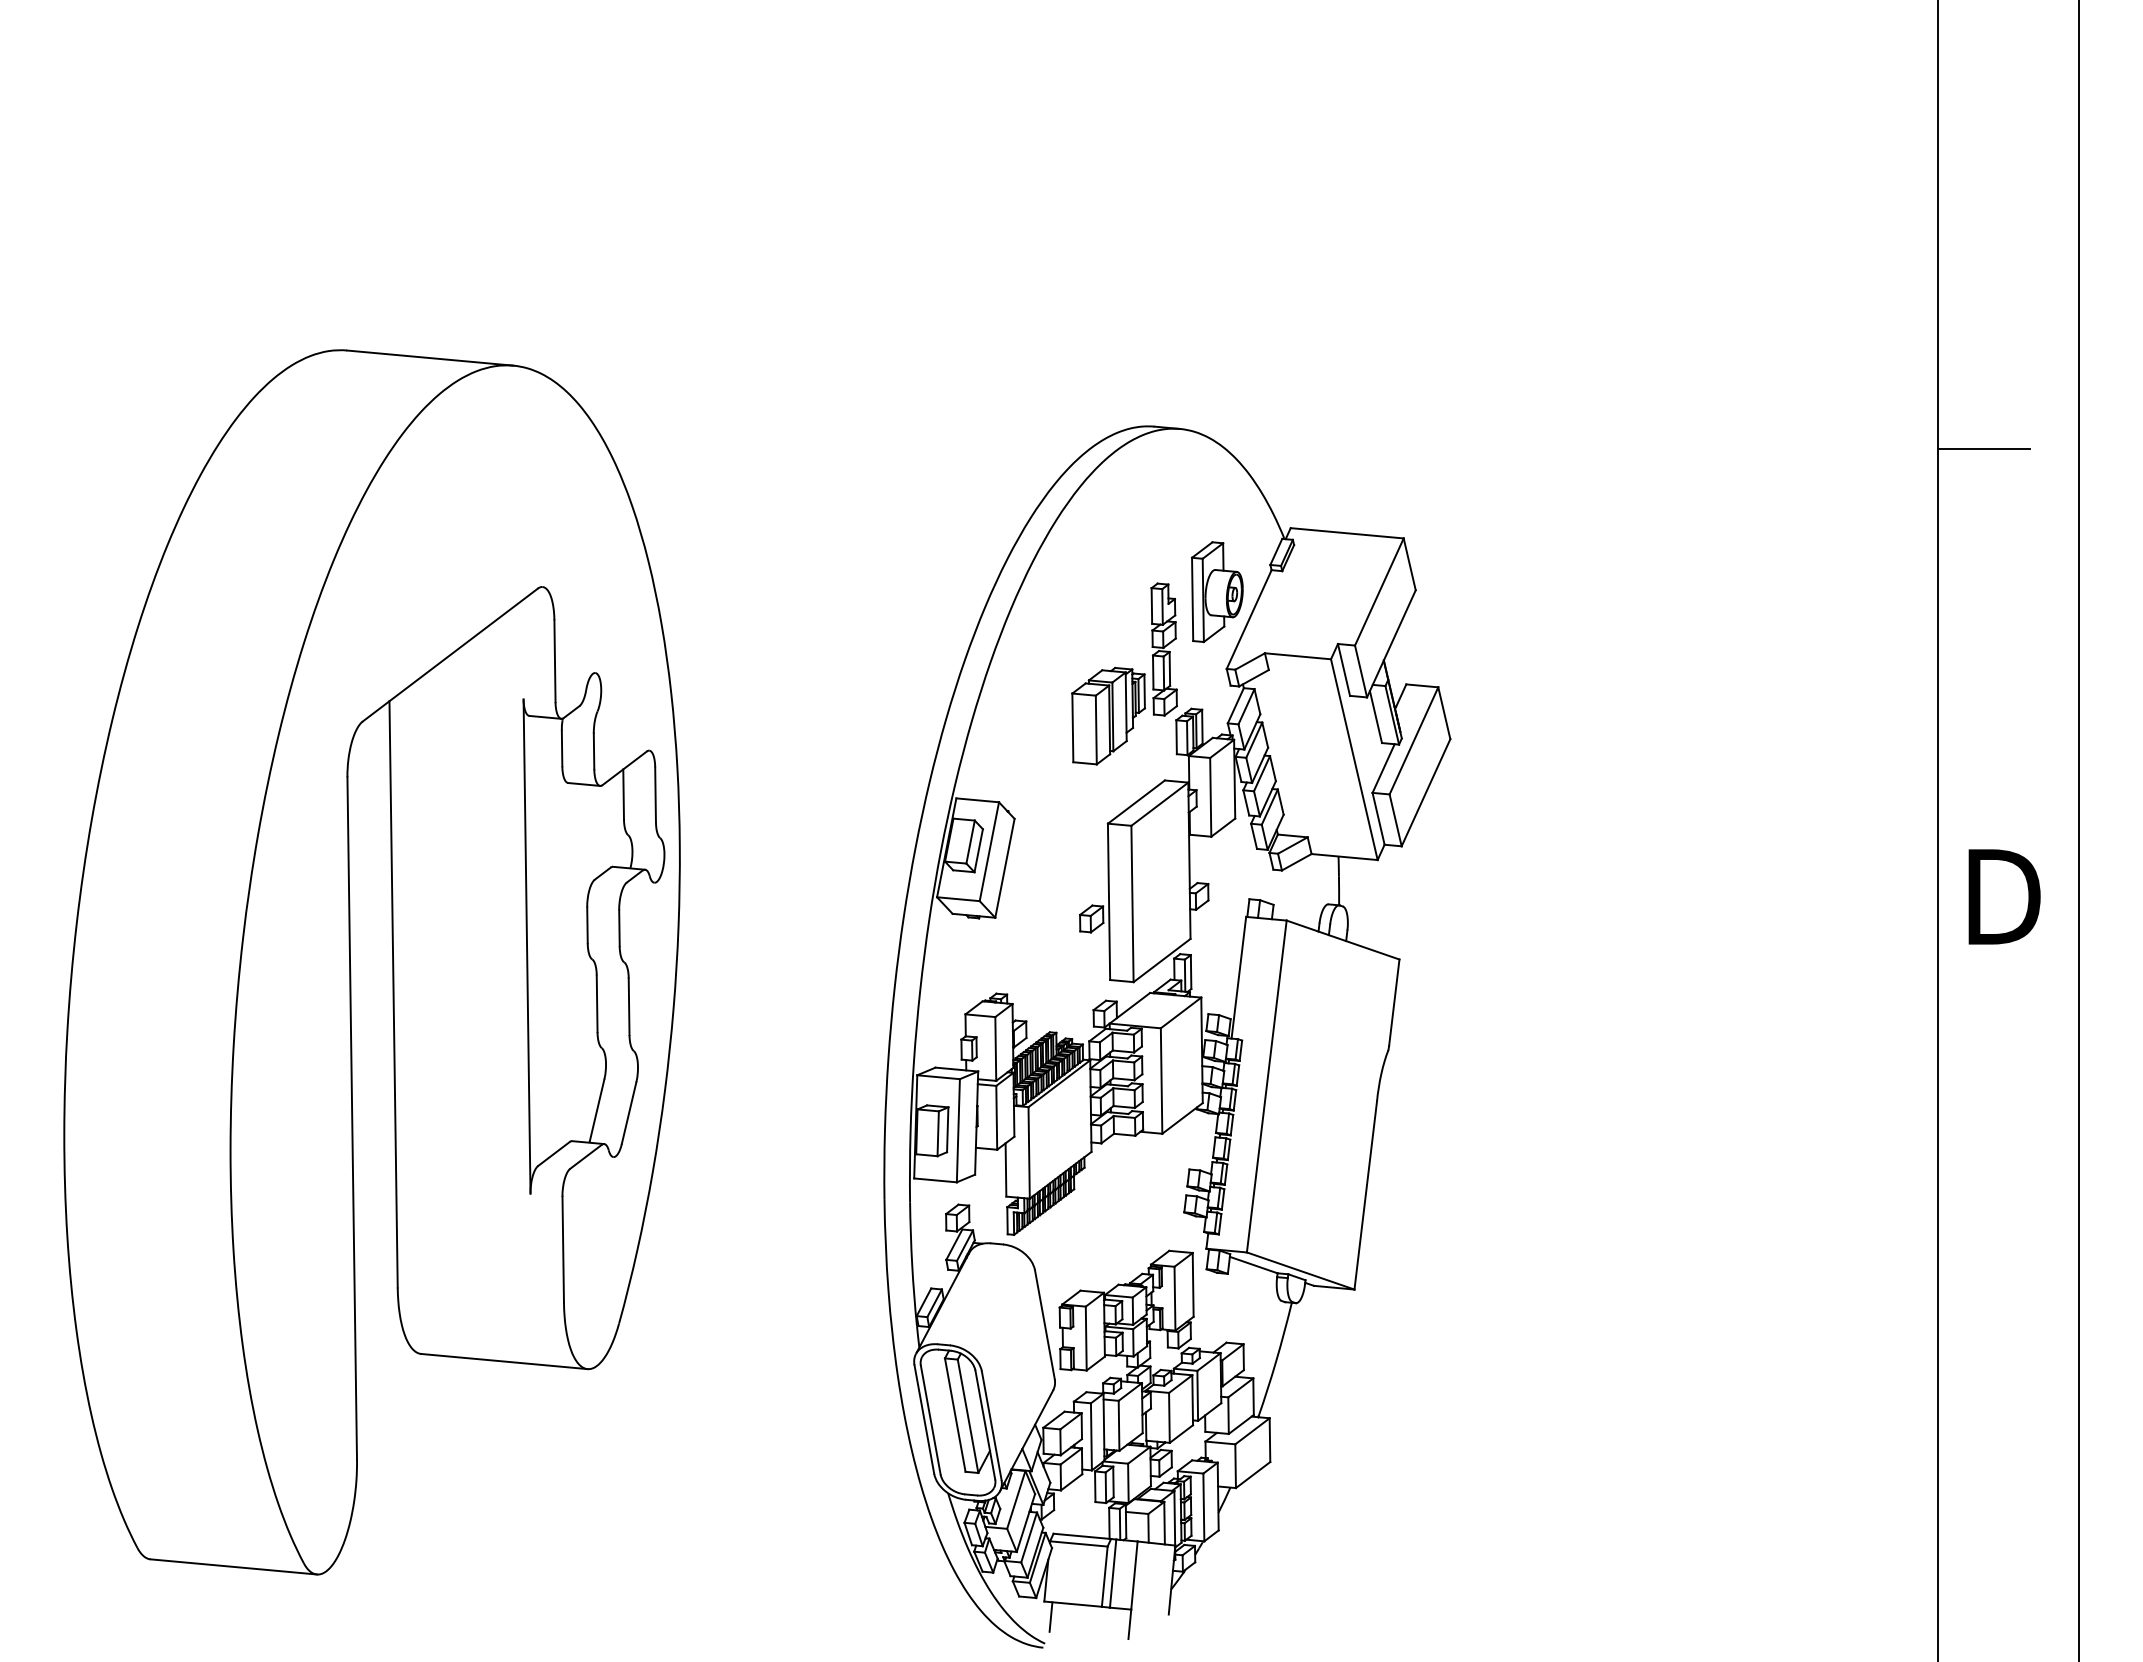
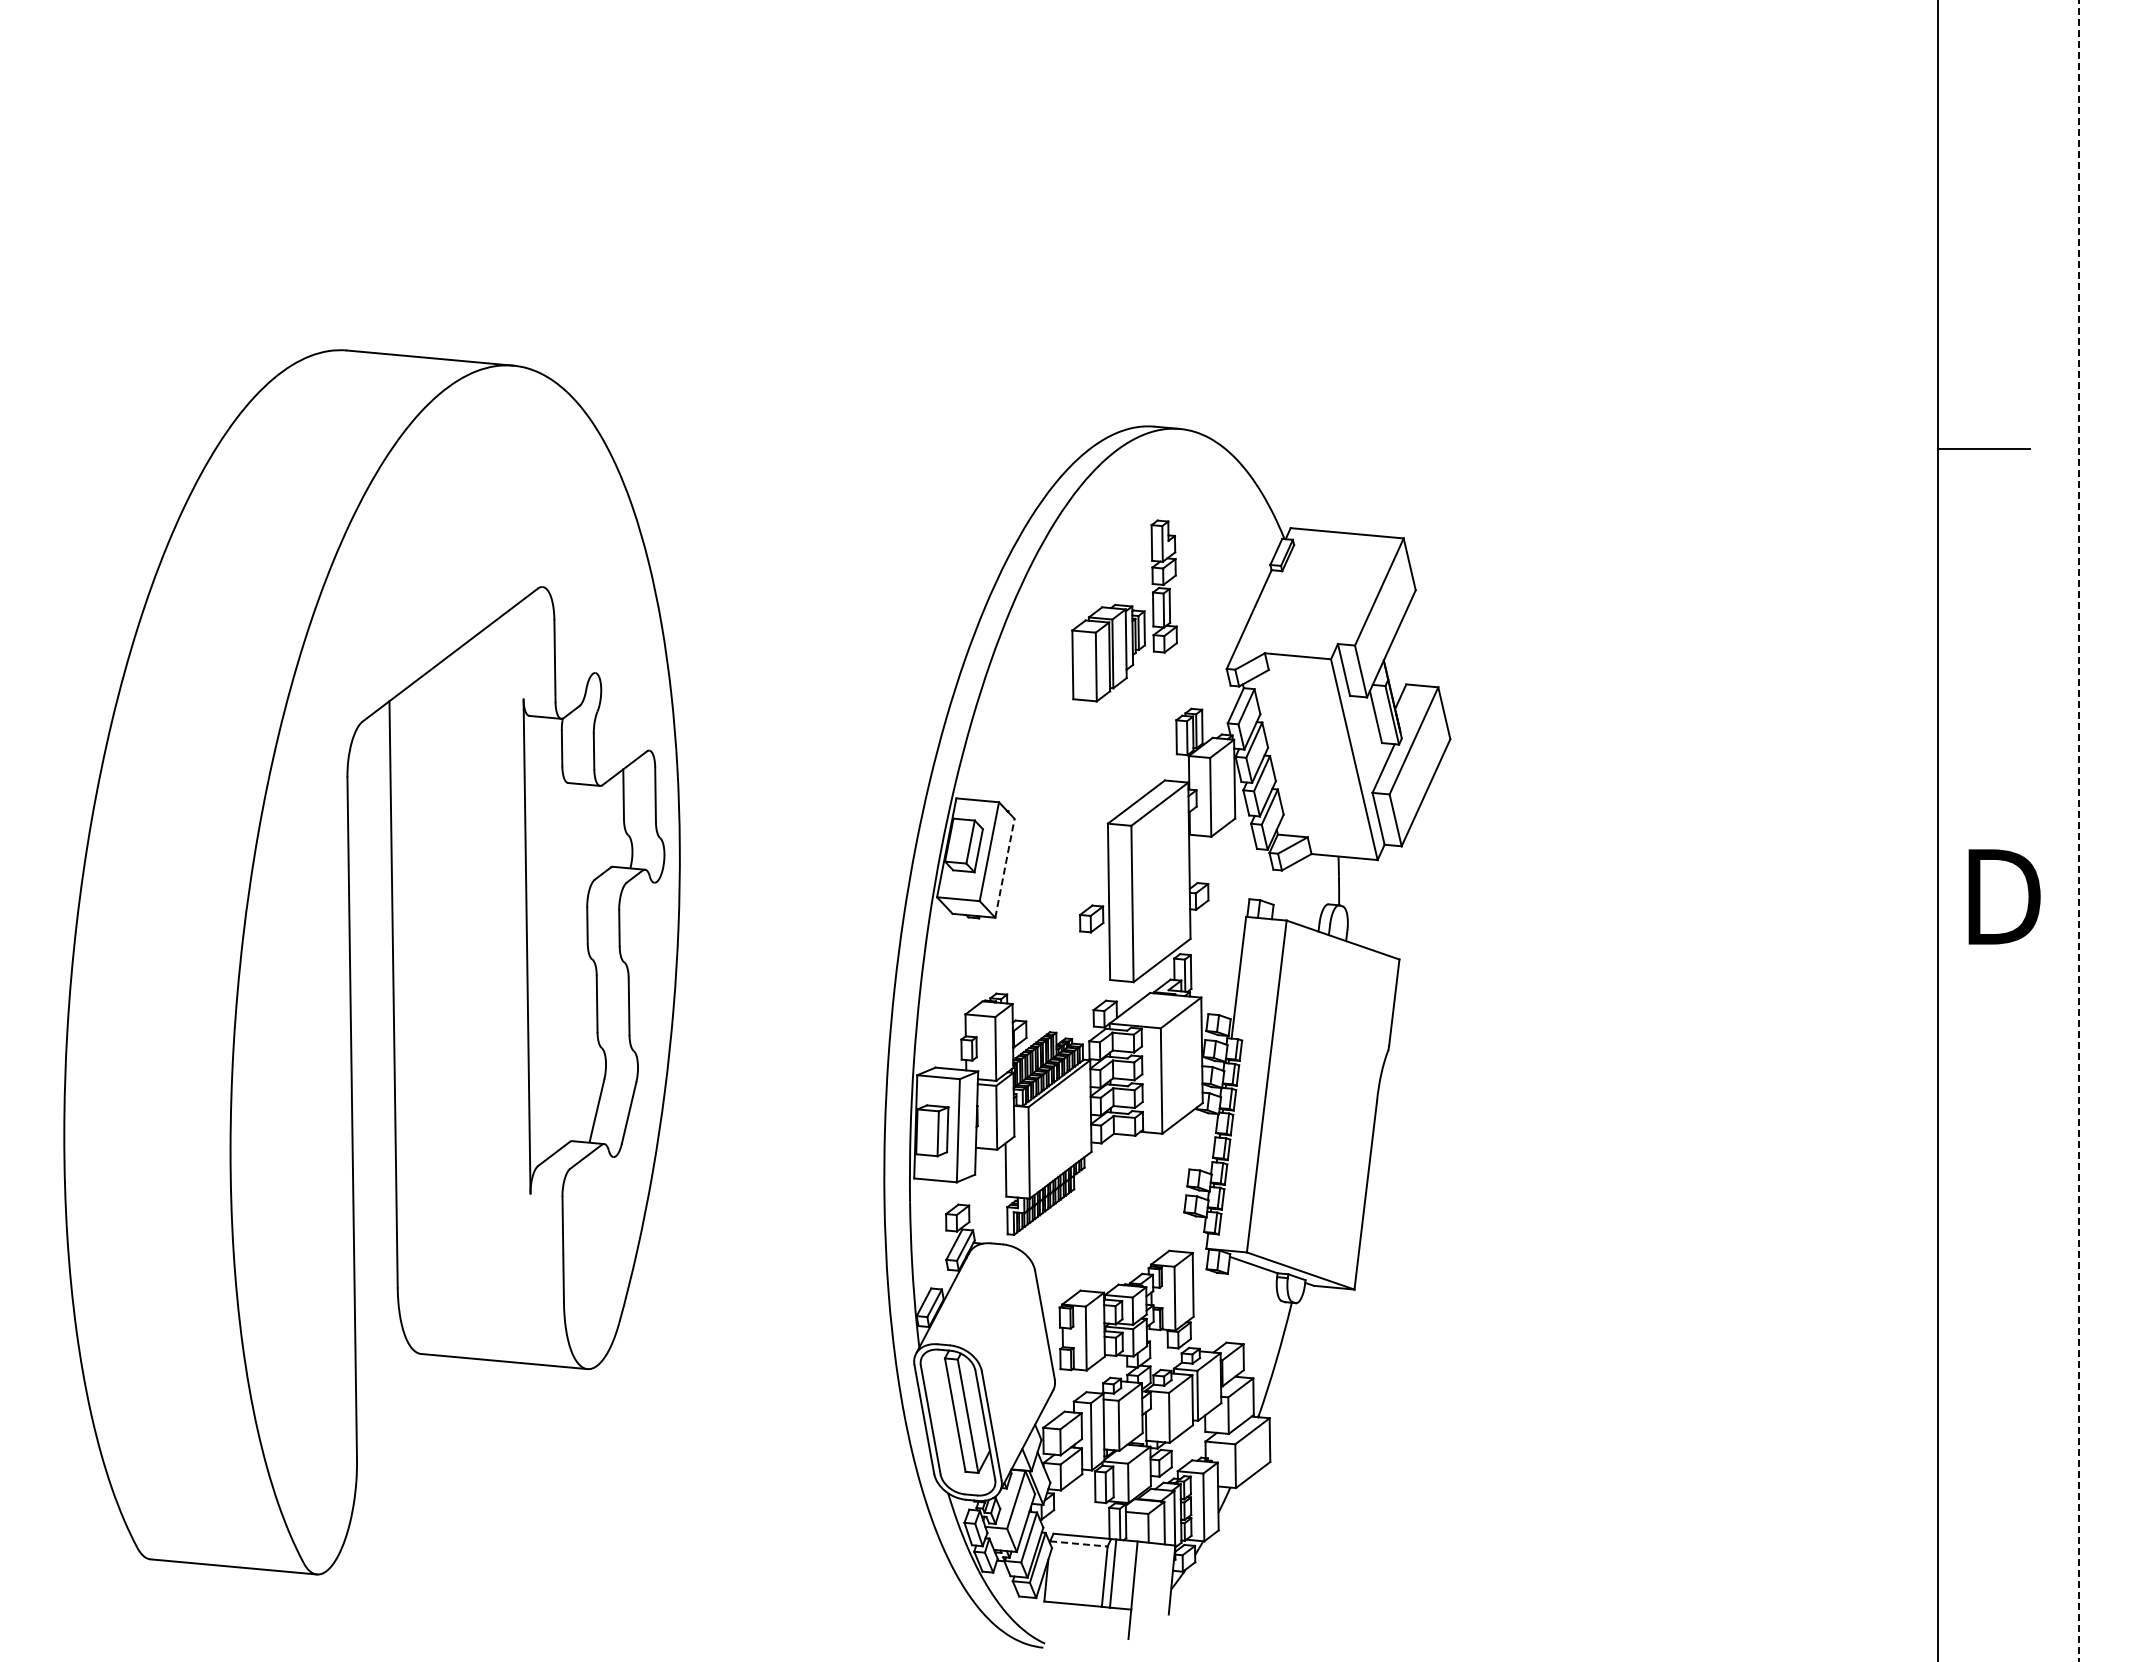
part at (1217, 592): present -> none
part at (1124, 673) position: (1124, 673) -> (1124, 610)
line at (2078, 830): solid -> dashed
line at (1005, 867): solid -> dashed
line at (1078, 1543): solid -> dashed
line at (1050, 1616): present -> none
